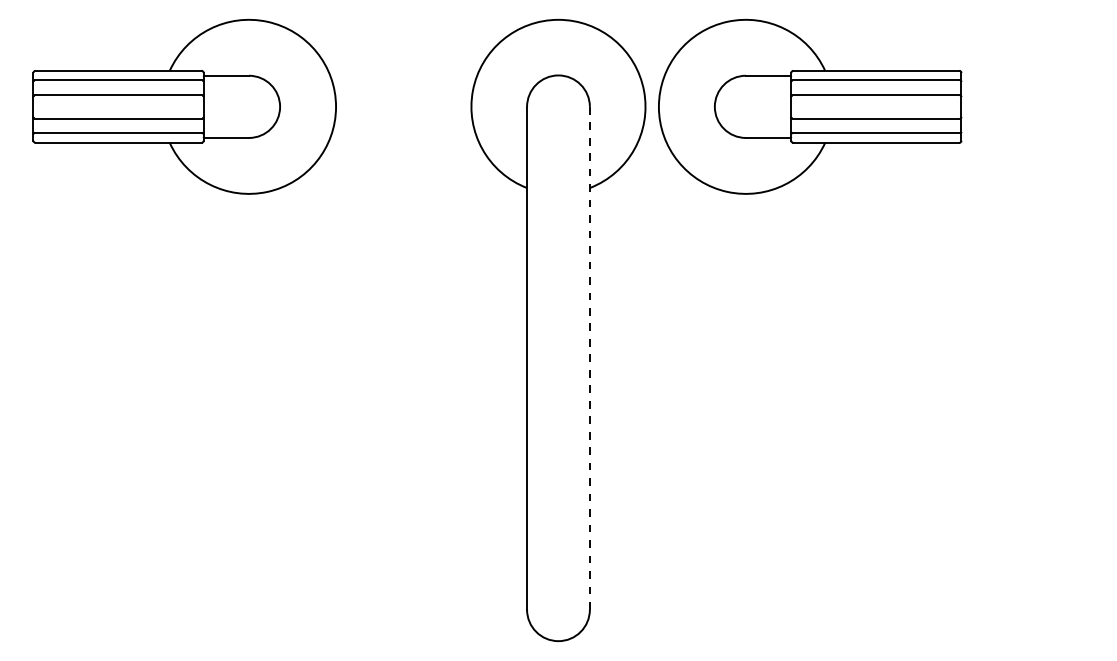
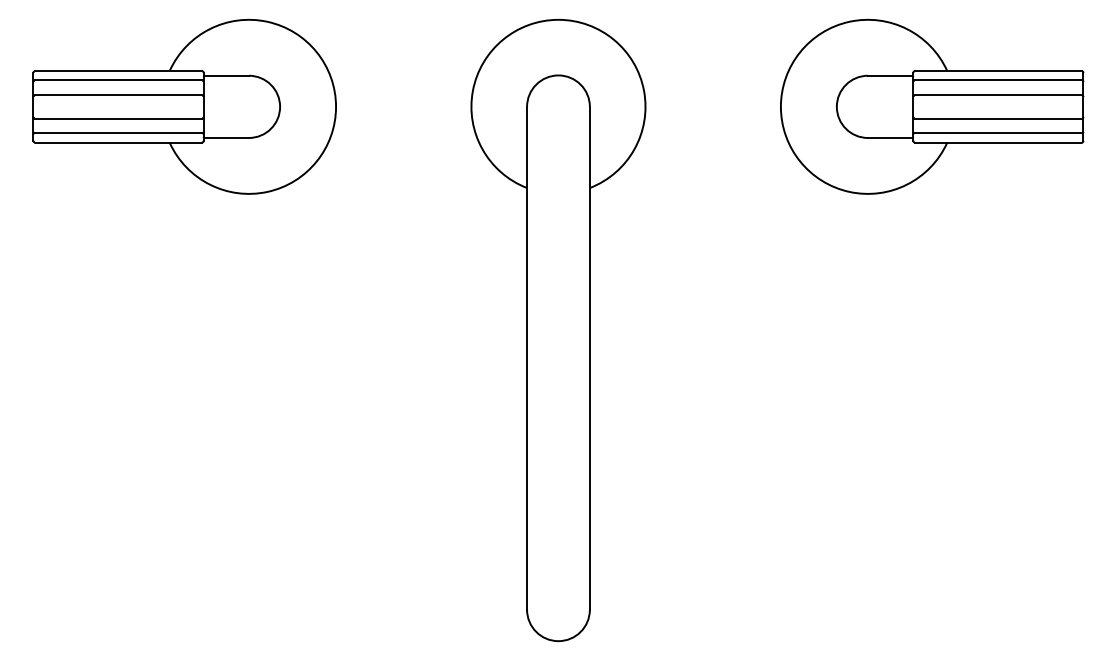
part at (810, 106) position: (810, 106) -> (932, 106)
line at (589, 357): dashed -> solid
